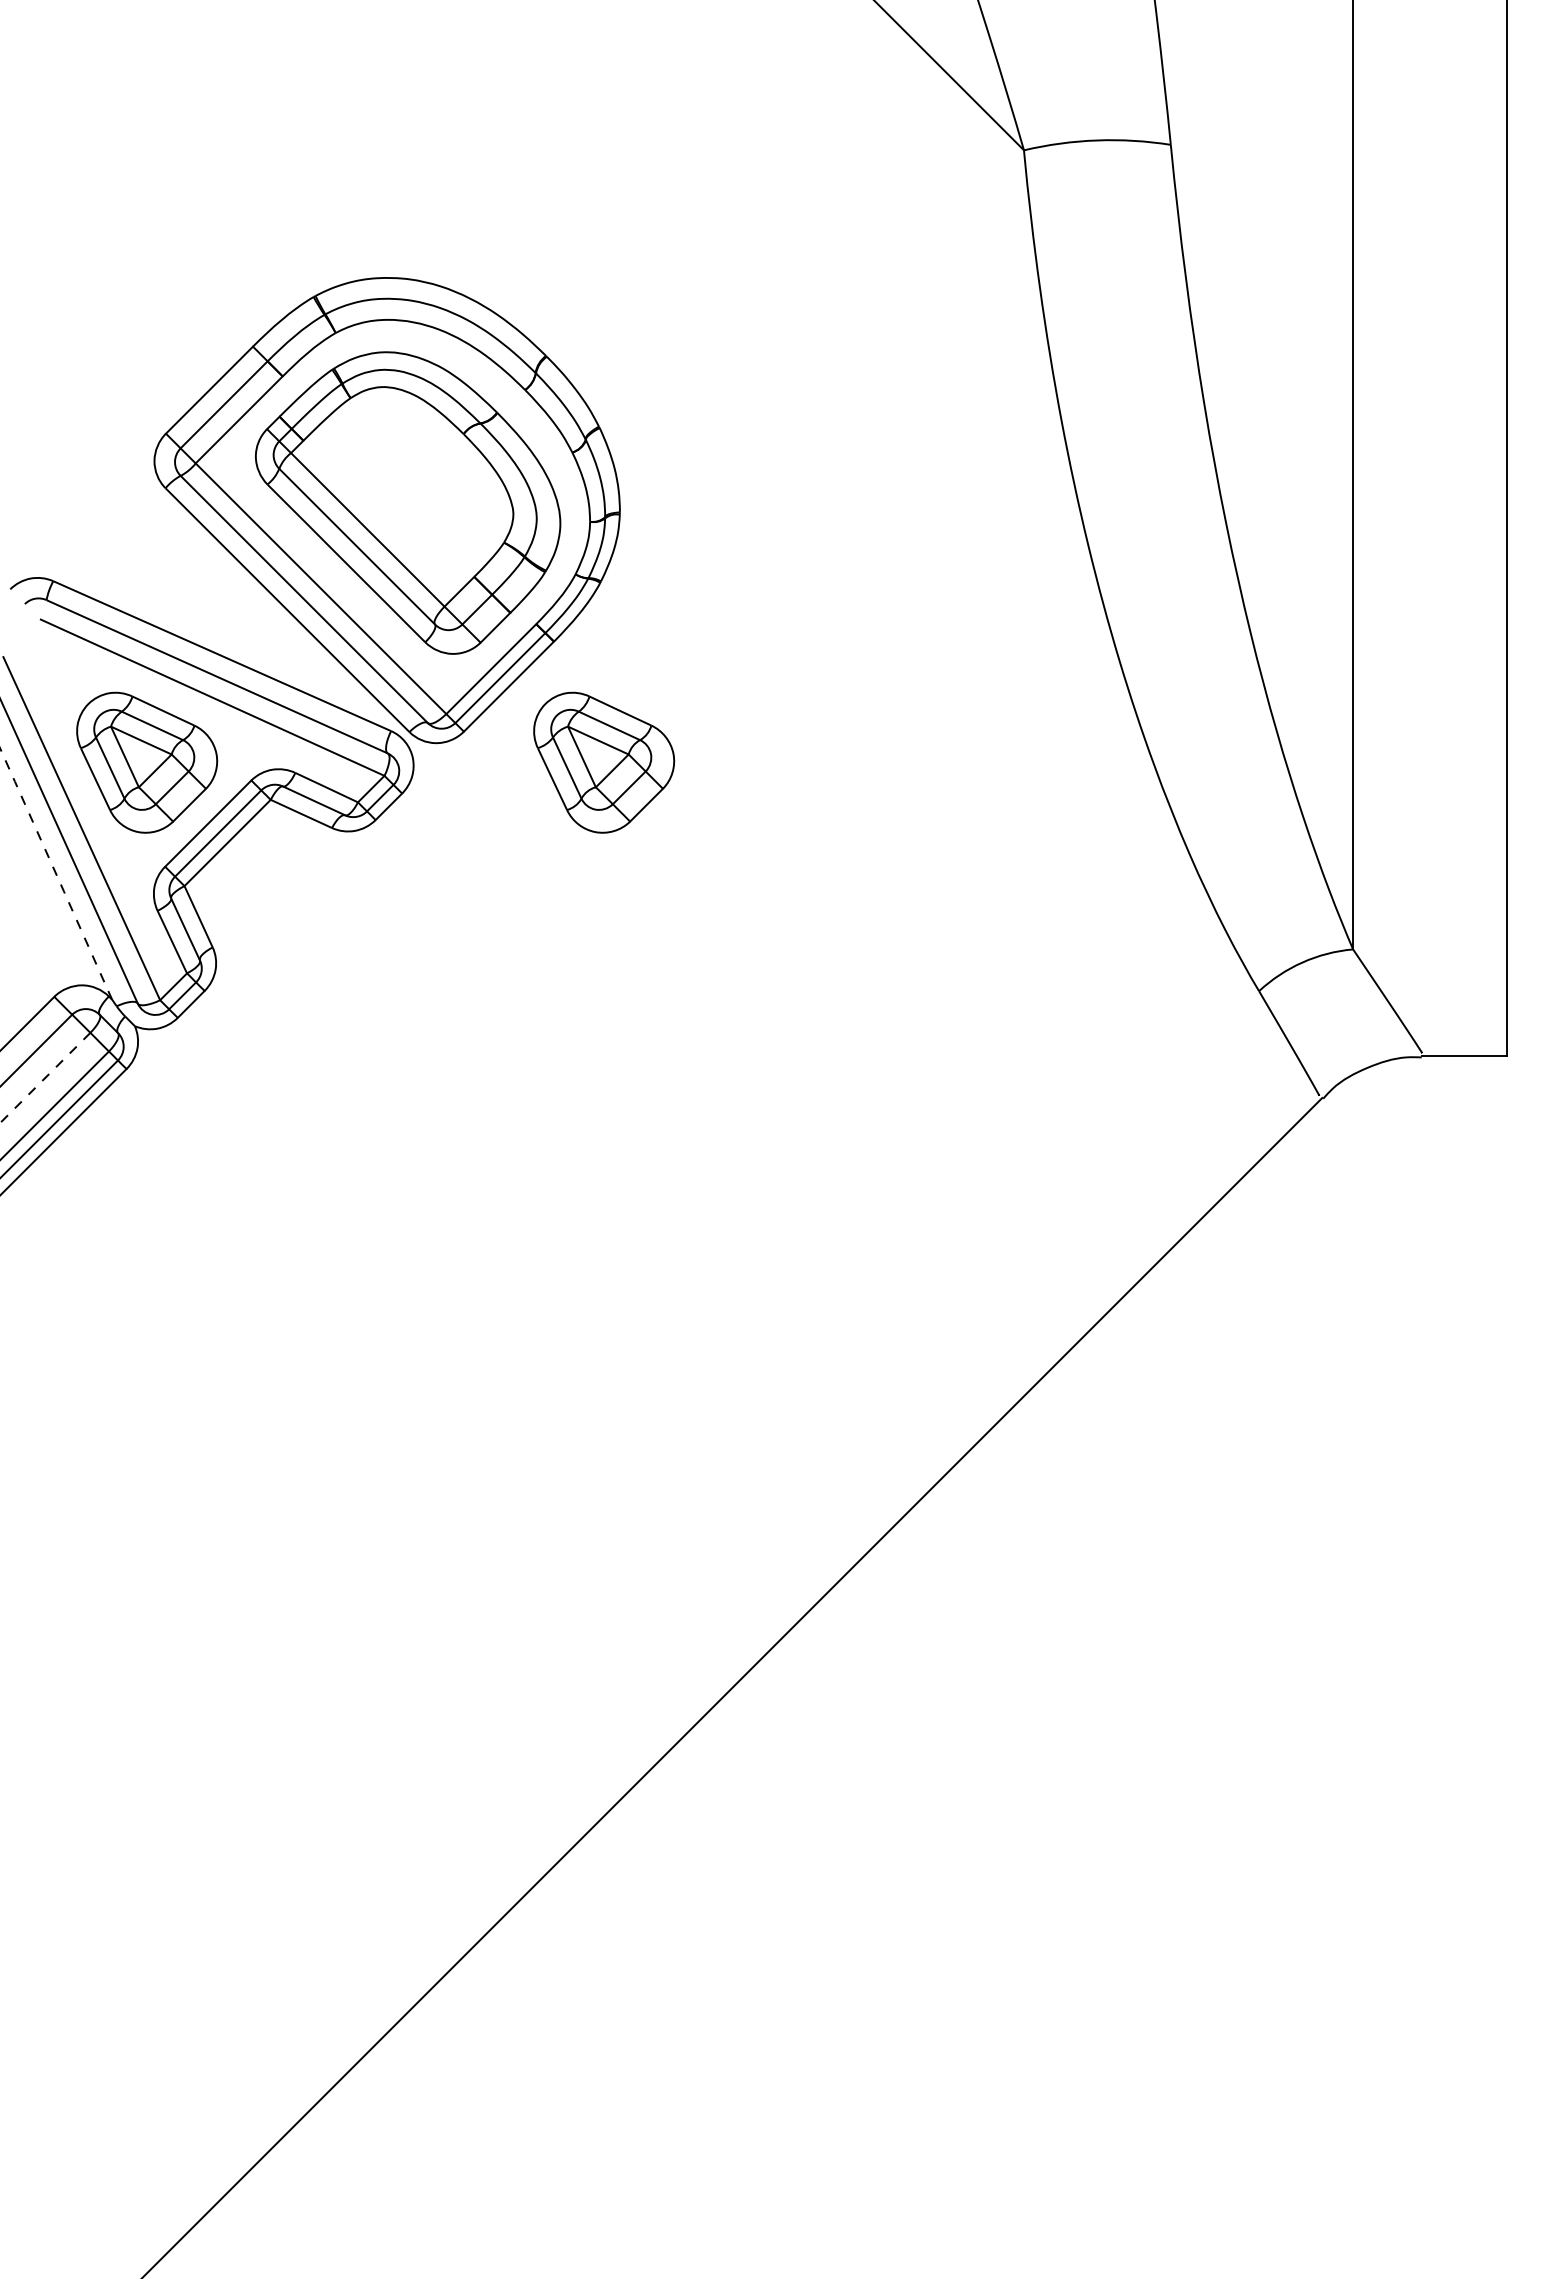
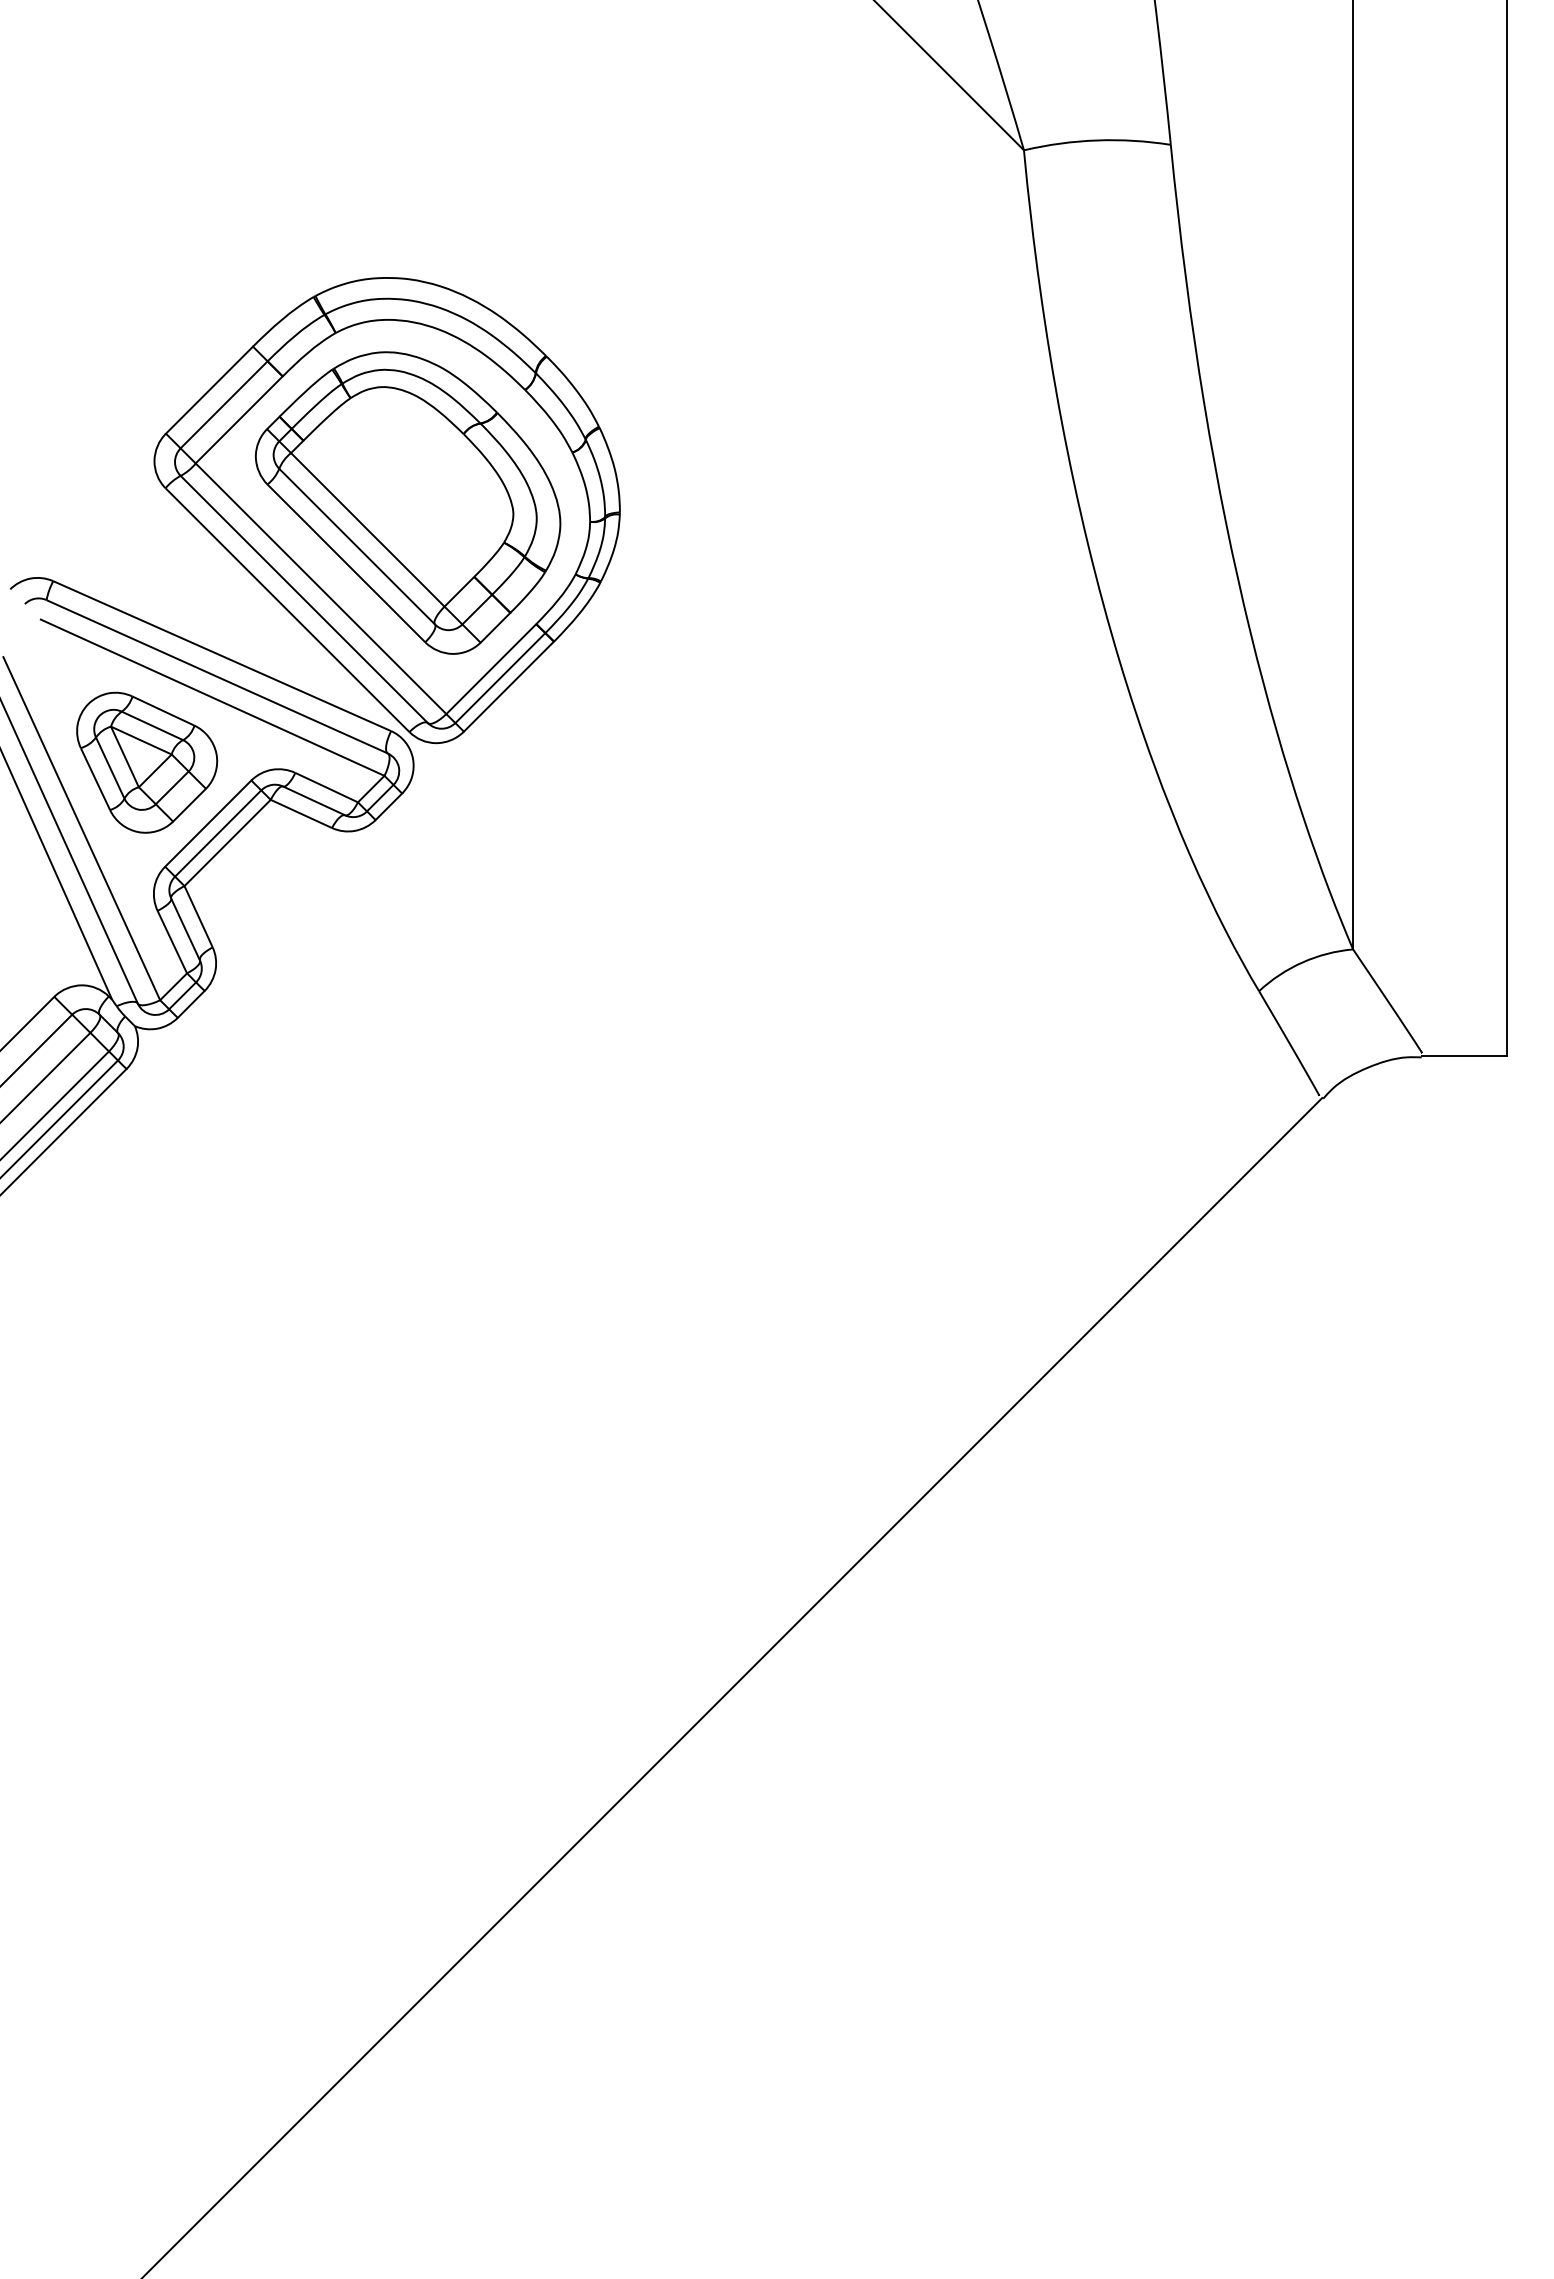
part at (604, 762): present -> none
line at (56, 874): dashed -> solid
line at (45, 1077): dashed -> solid
